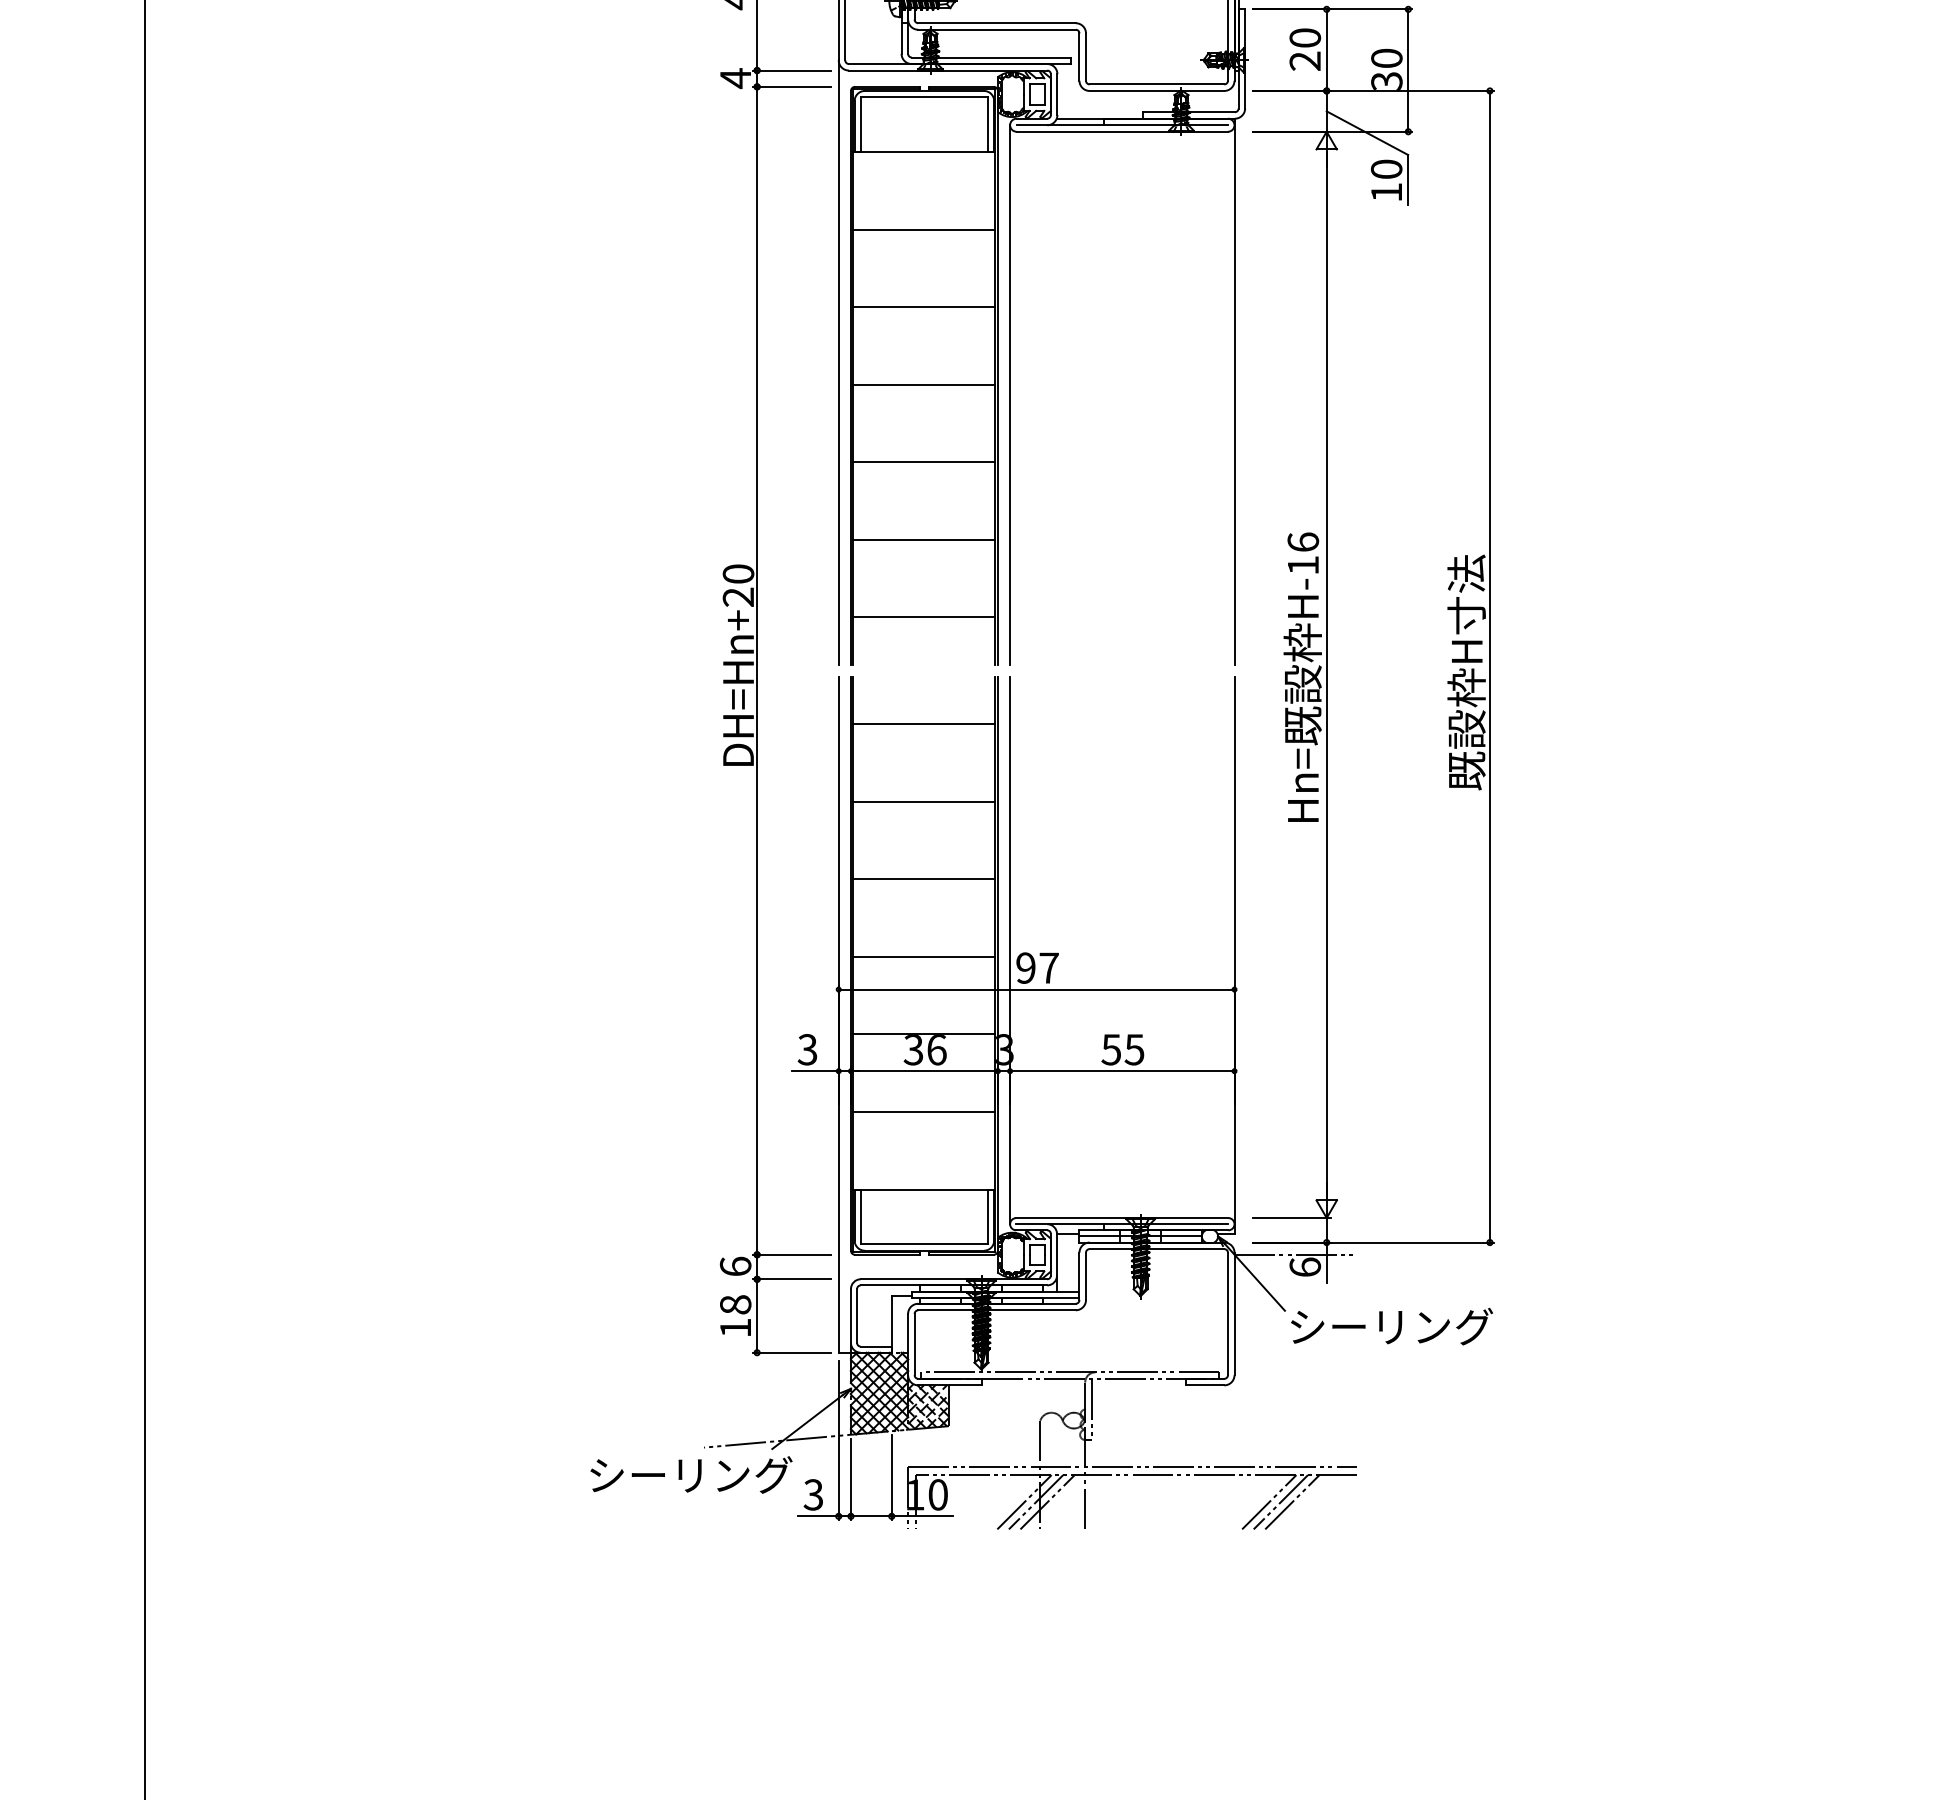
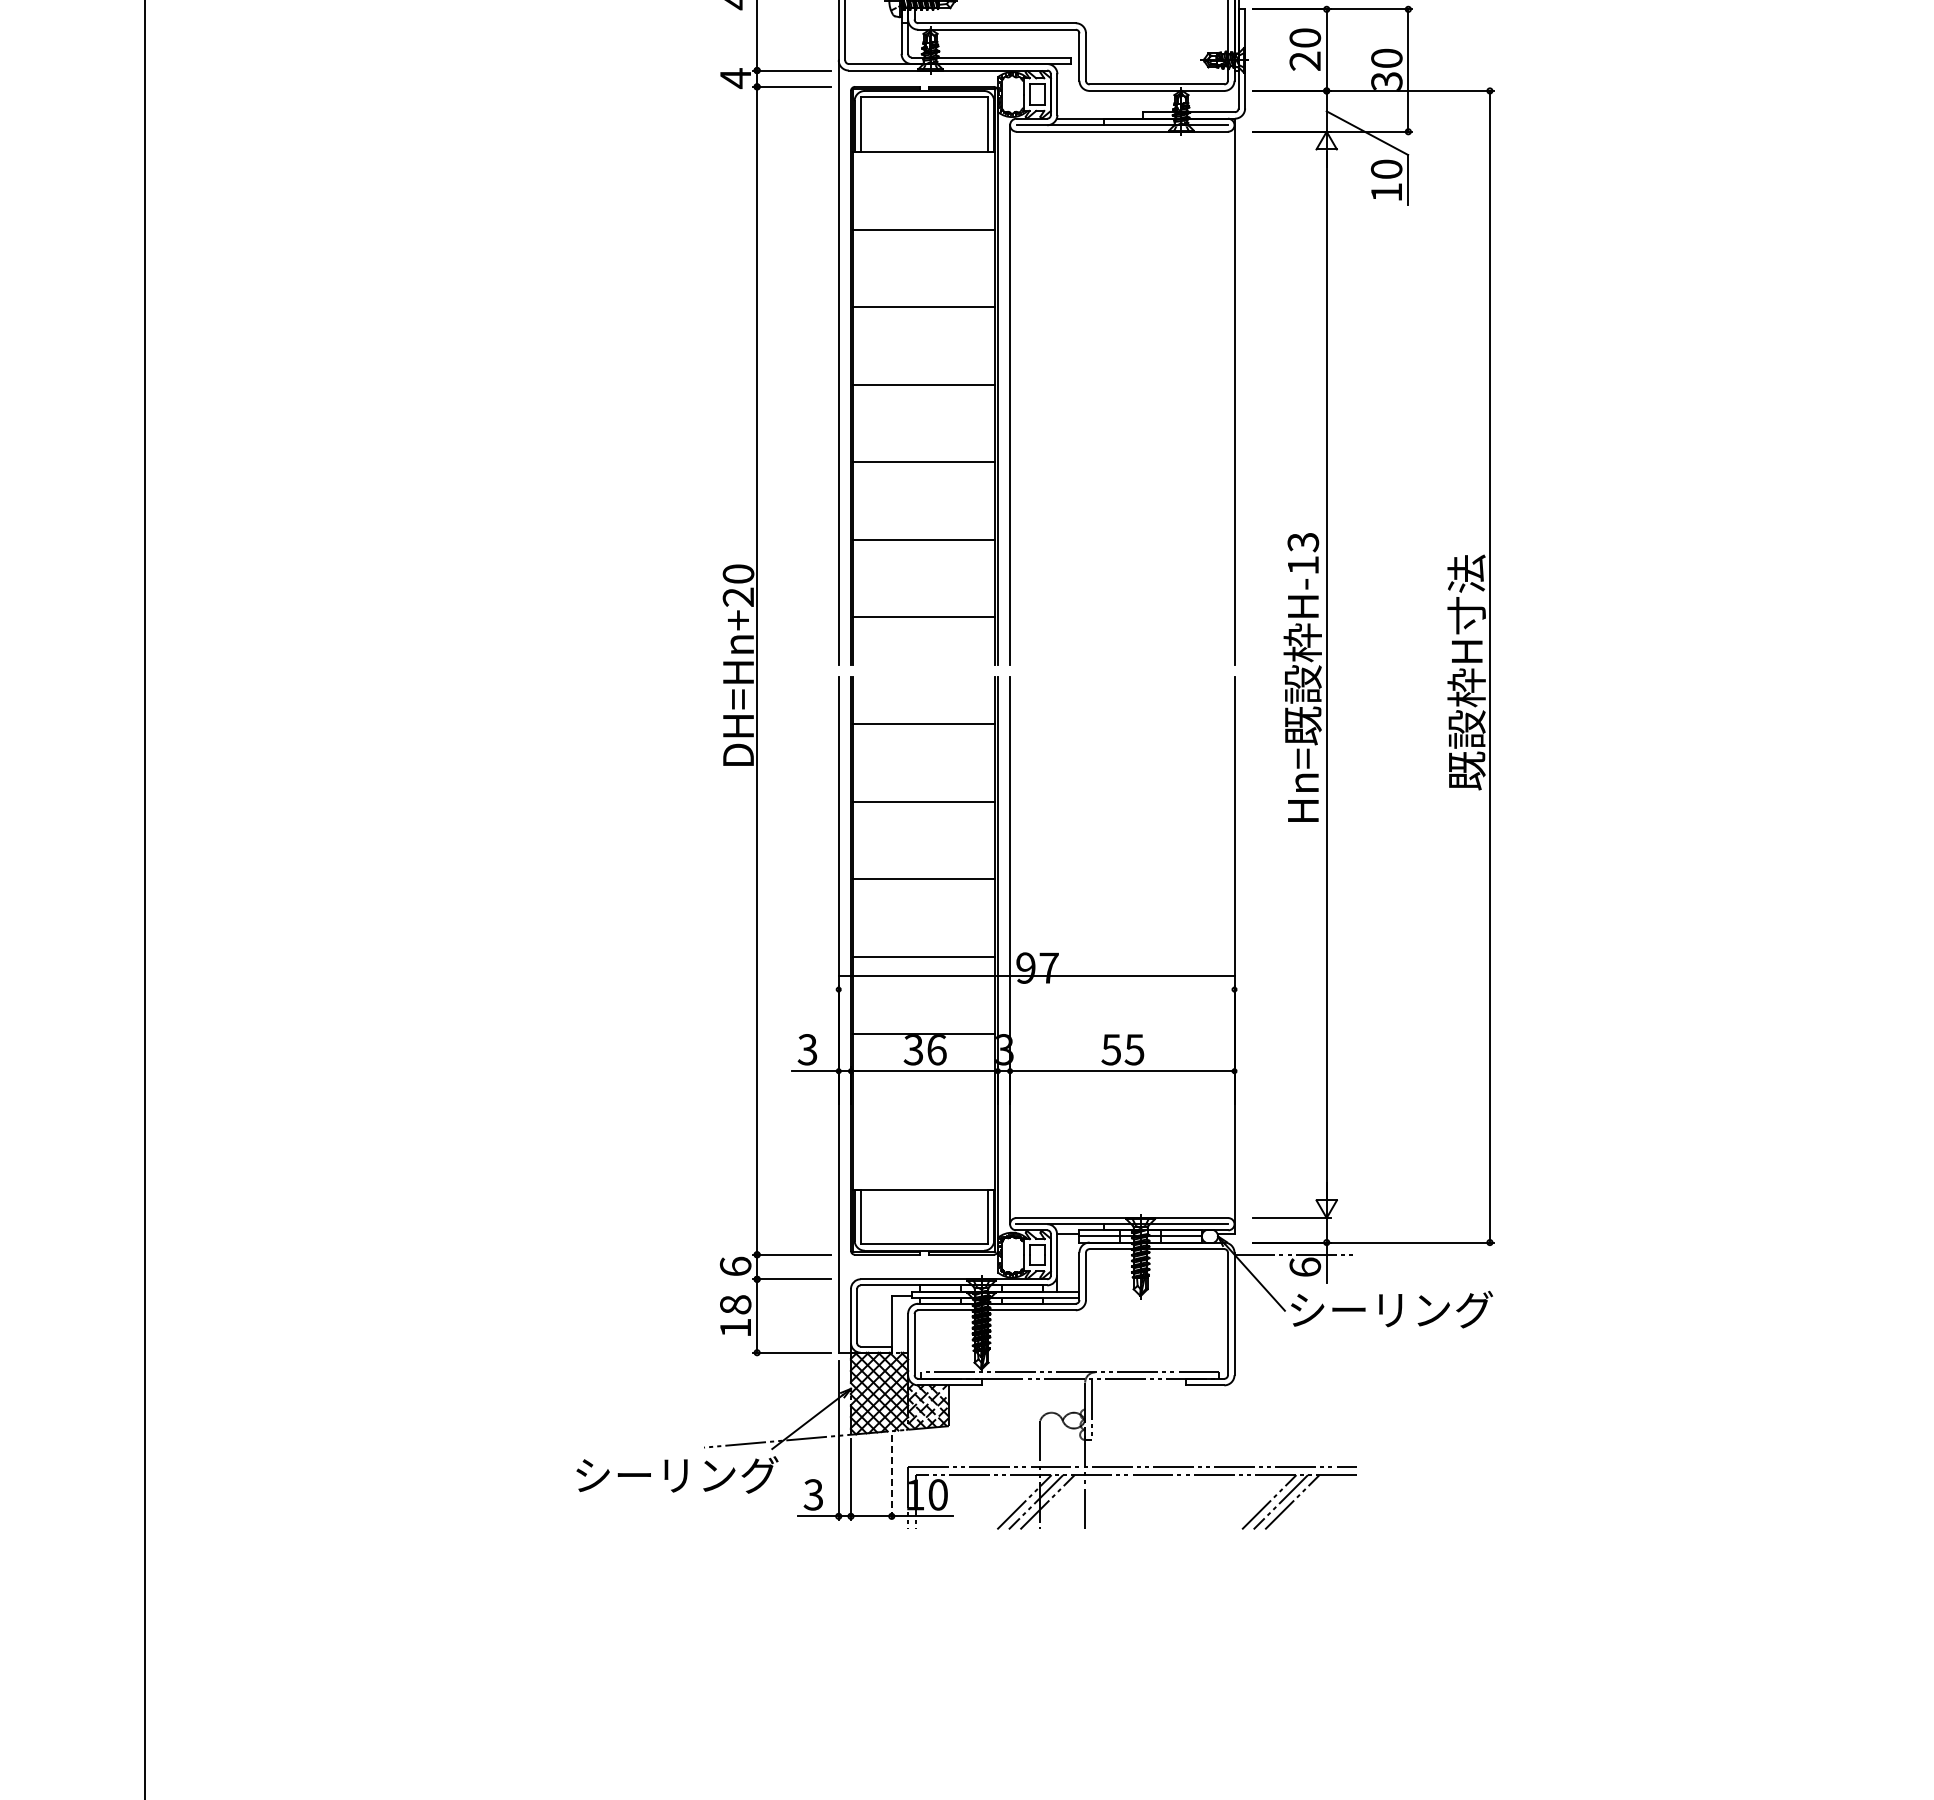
text at (1303, 542): H-16 -> H-13
line at (1036, 989) position: (1036, 989) -> (1036, 975)
line at (924, 1112): present -> none
text at (1392, 1326) position: (1392, 1326) -> (1392, 1309)
text at (691, 1474) position: (691, 1474) -> (677, 1474)
line at (891, 1477): solid -> dashed
